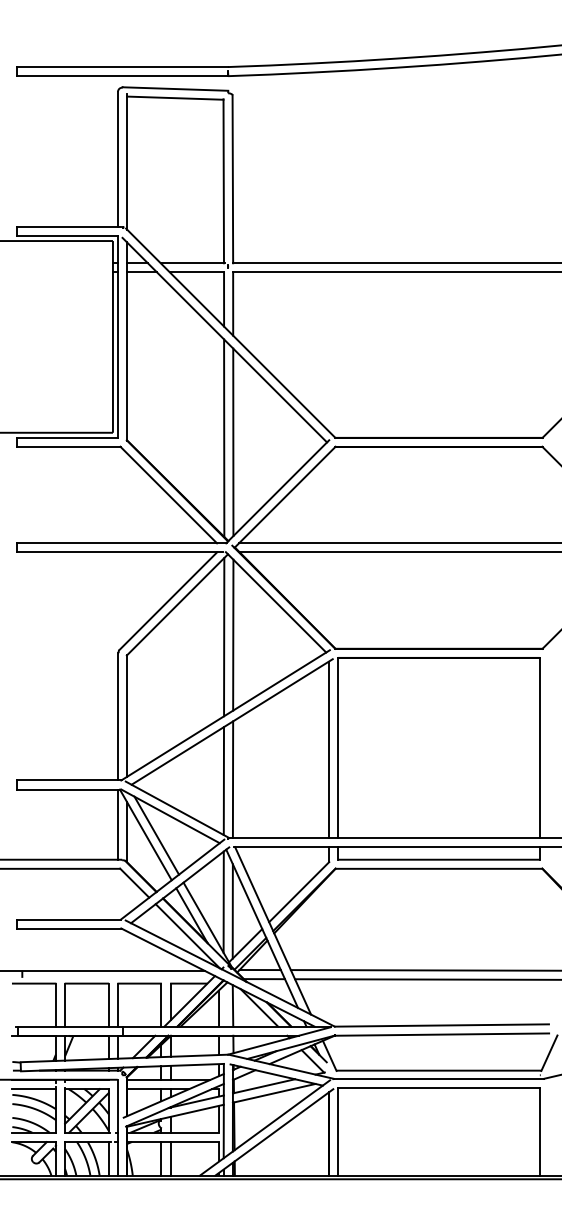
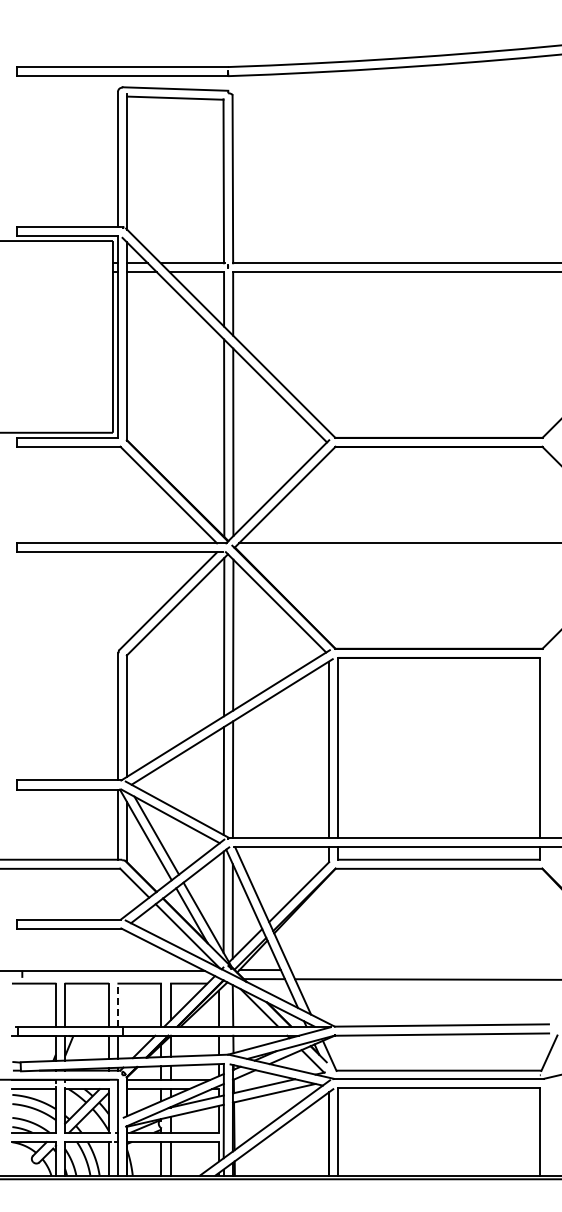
line at (398, 552): present -> none
line at (424, 970): present -> none
line at (117, 1005): solid -> dashed
